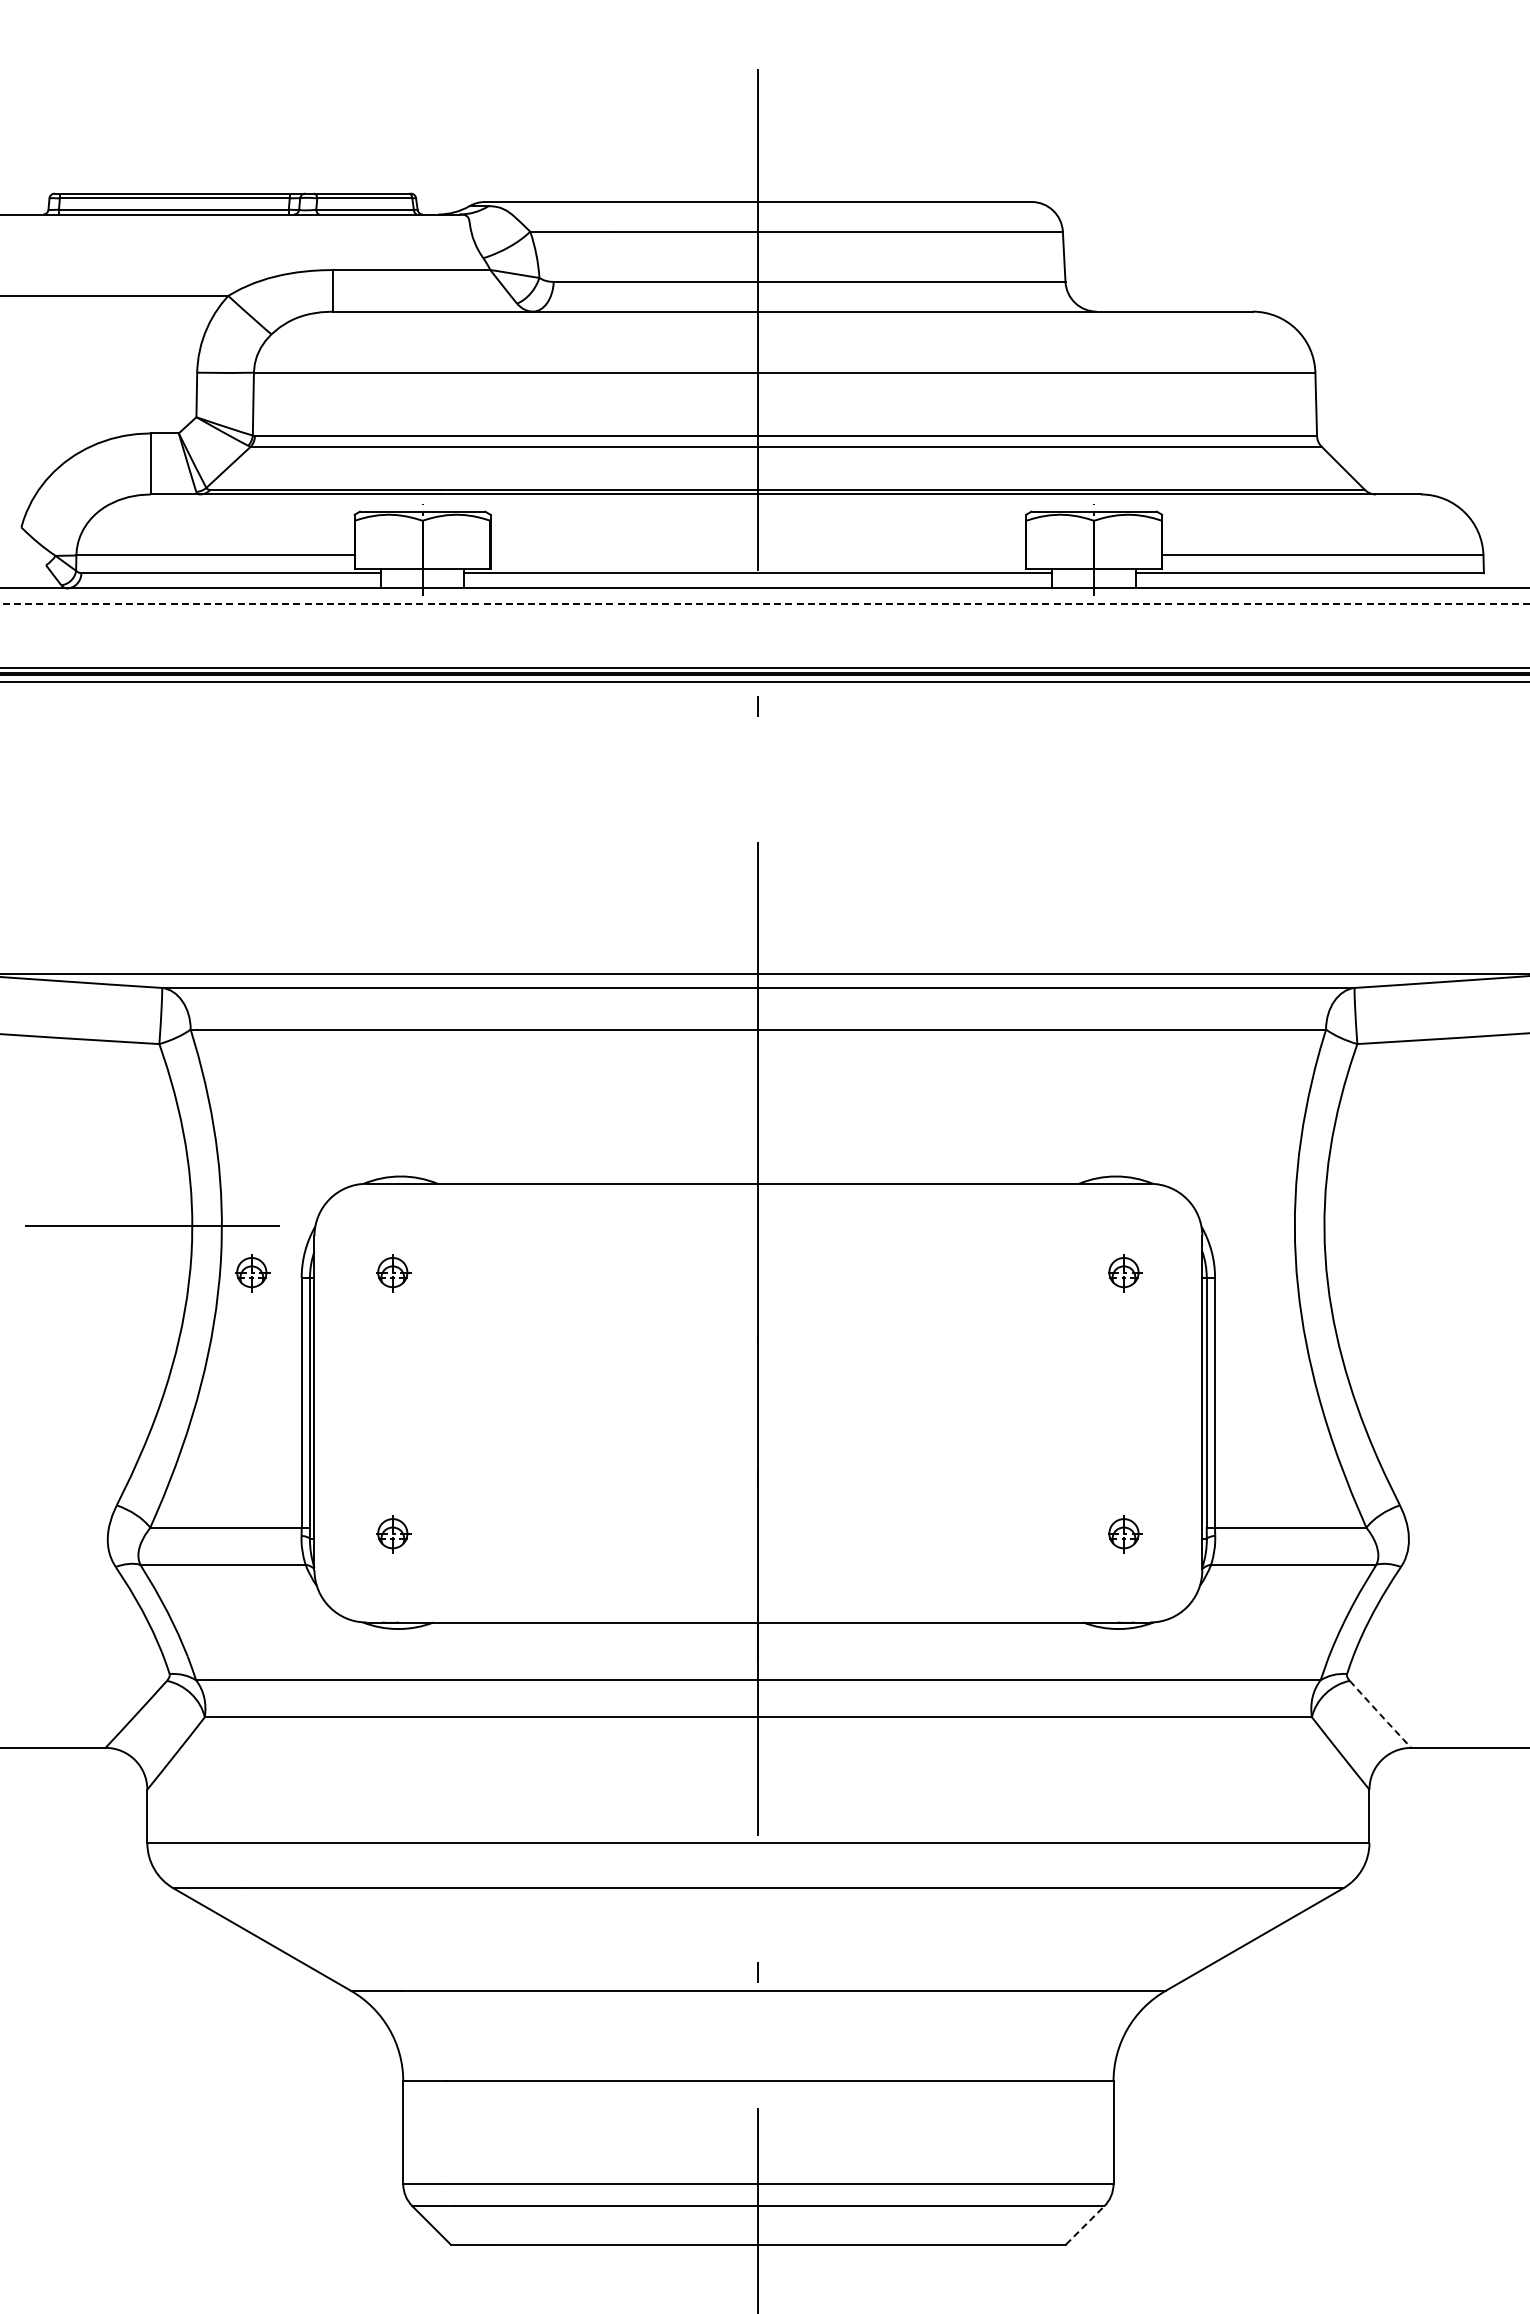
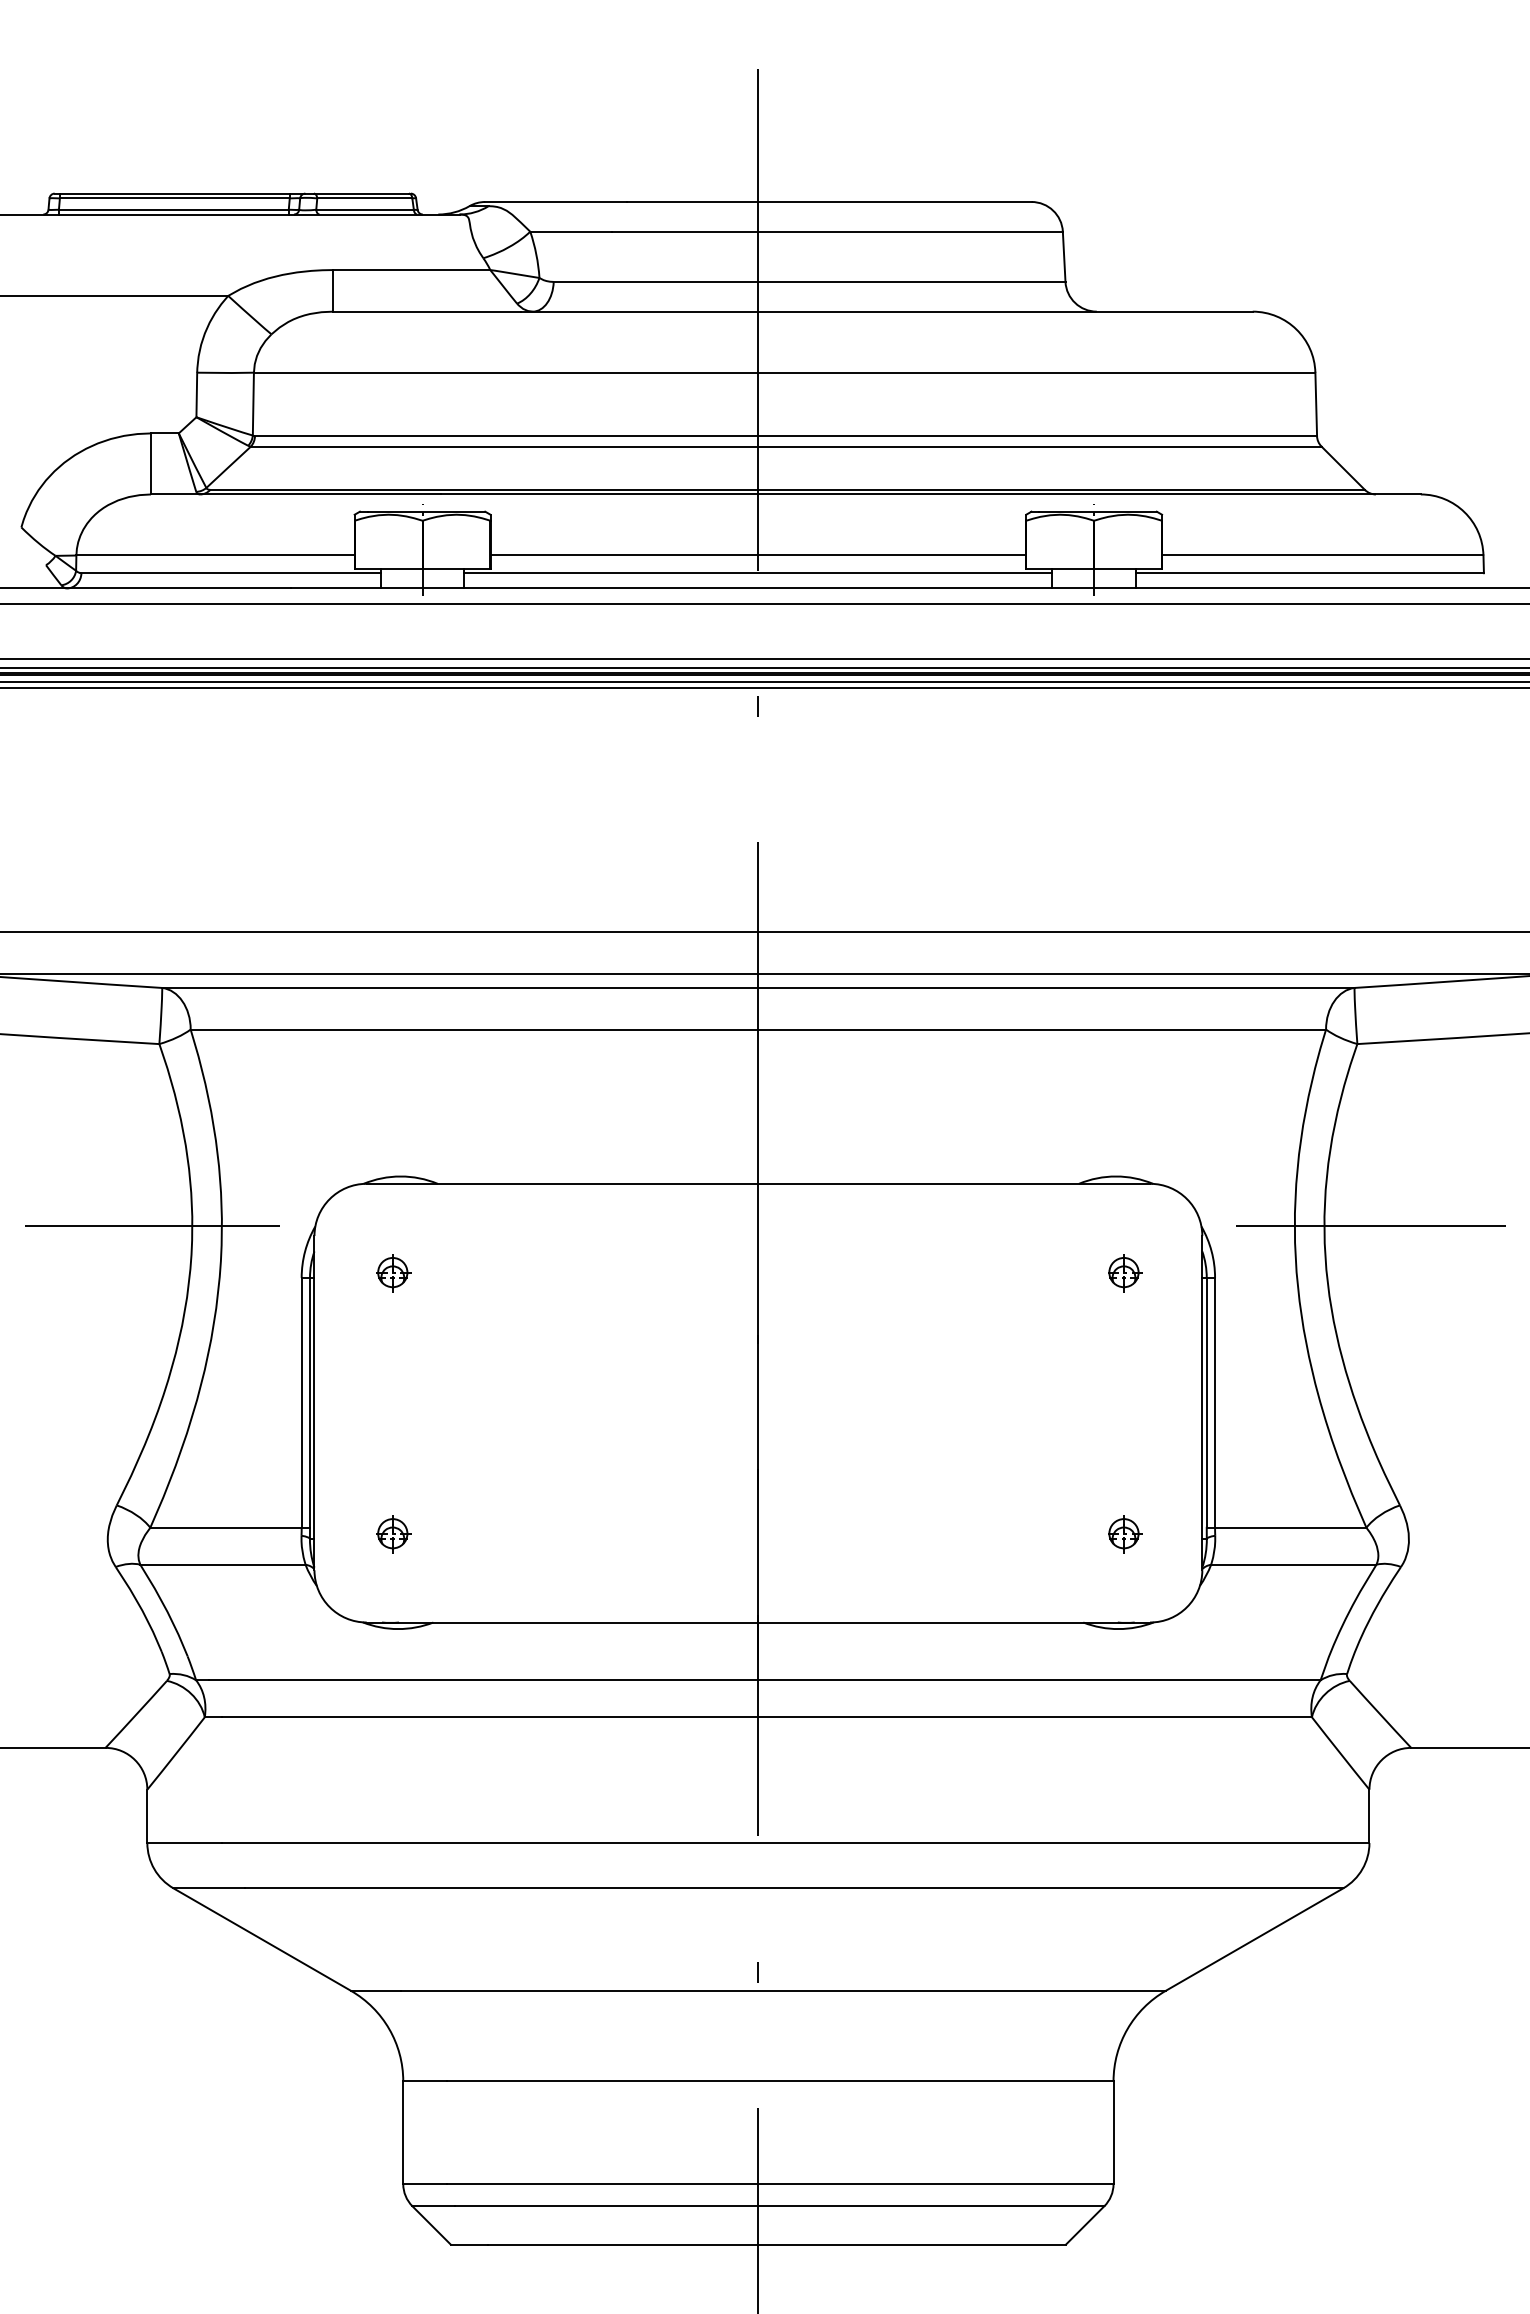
line at (758, 555): none -> present
line at (765, 603): dashed -> solid
line at (764, 658): none -> present
line at (764, 687): none -> present
line at (764, 932): none -> present
line at (1380, 1225): none -> present
part at (252, 1273): present -> none
arc at (1380, 1714): dashed -> solid
line at (1085, 2225): dashed -> solid
